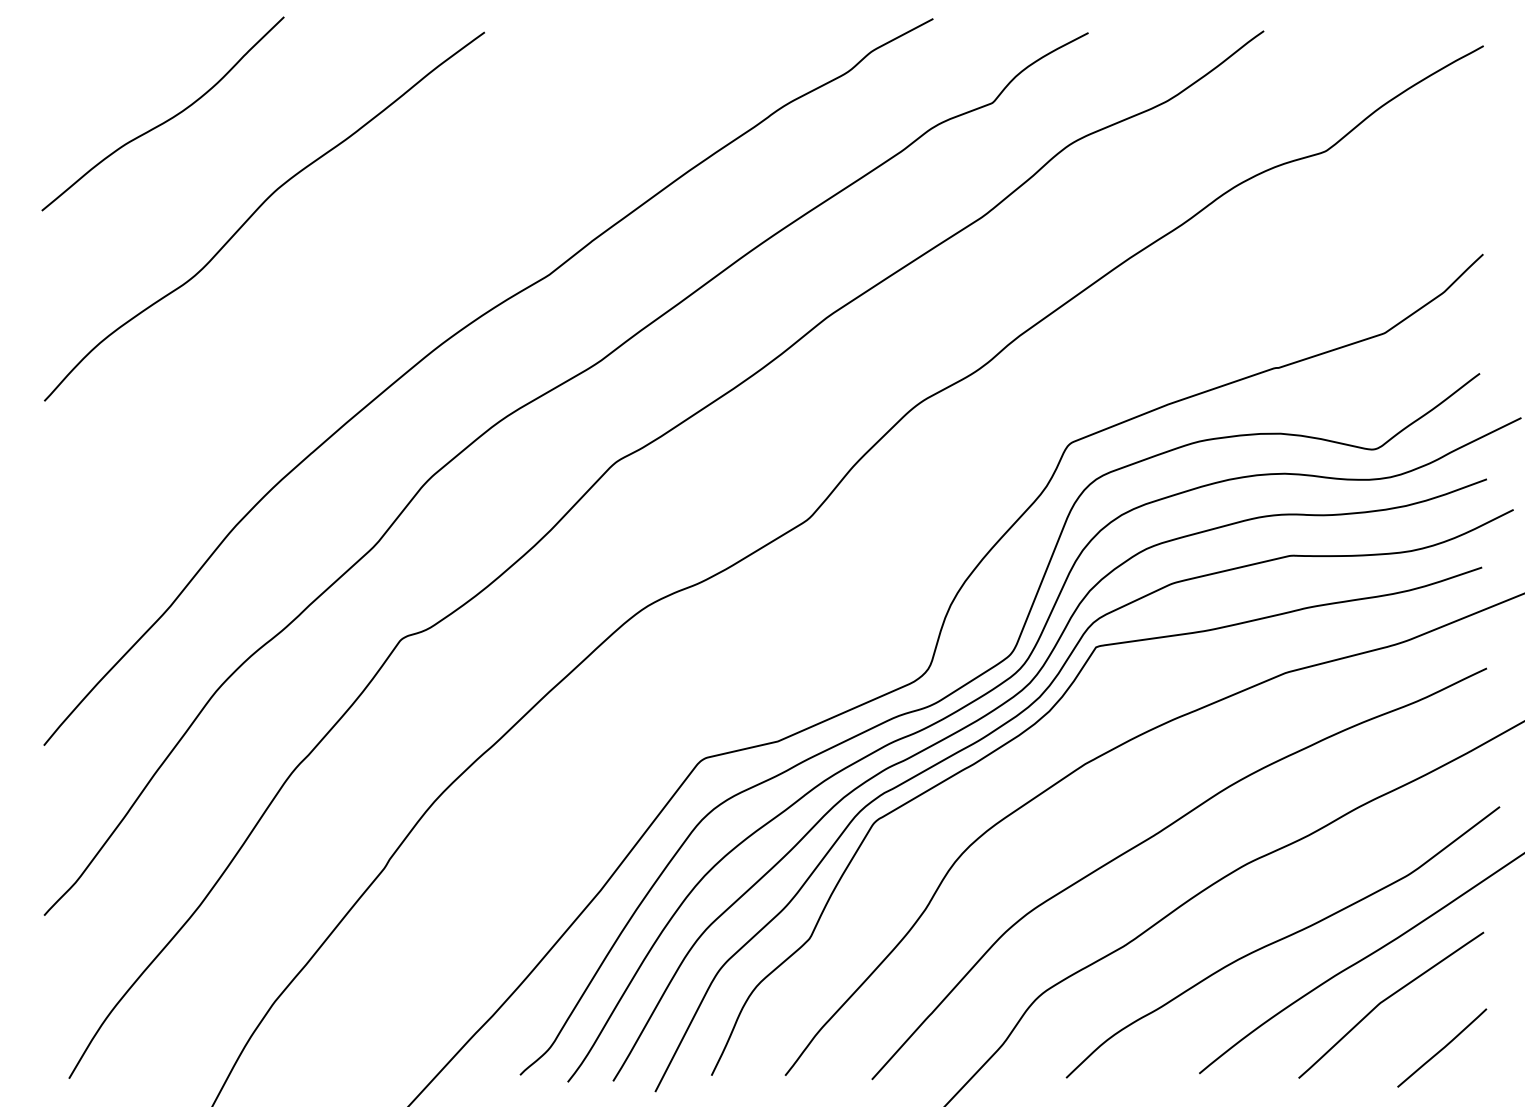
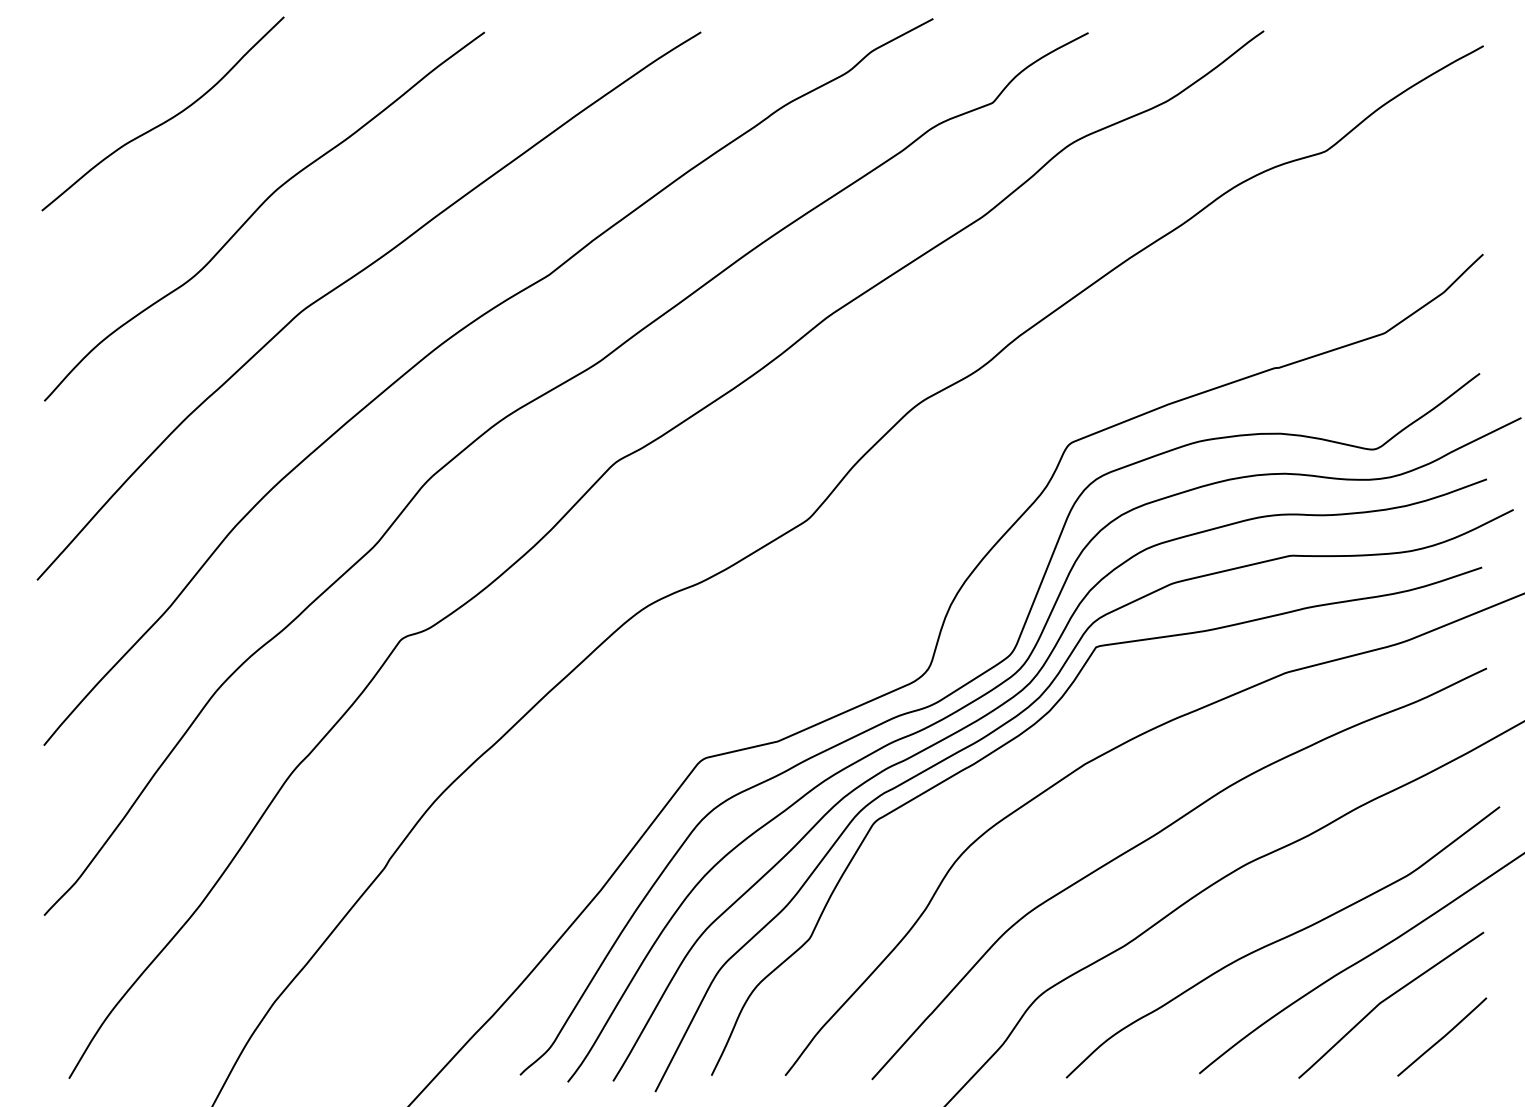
curve at (351, 279): none -> present
curve at (1442, 1047) position: (1442, 1047) -> (1442, 1036)
